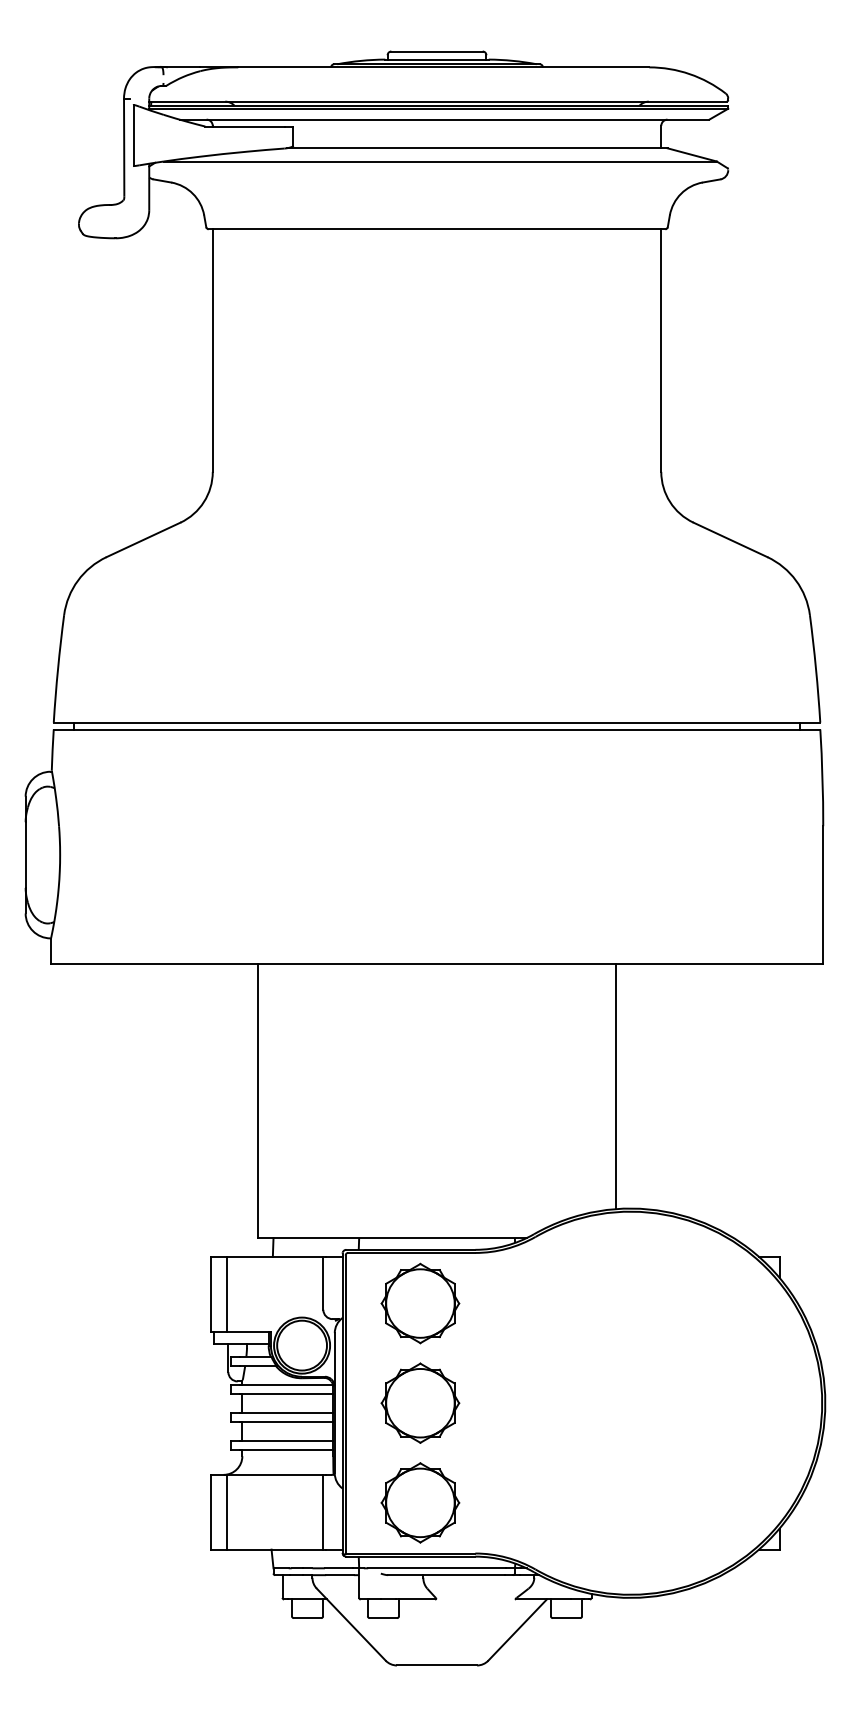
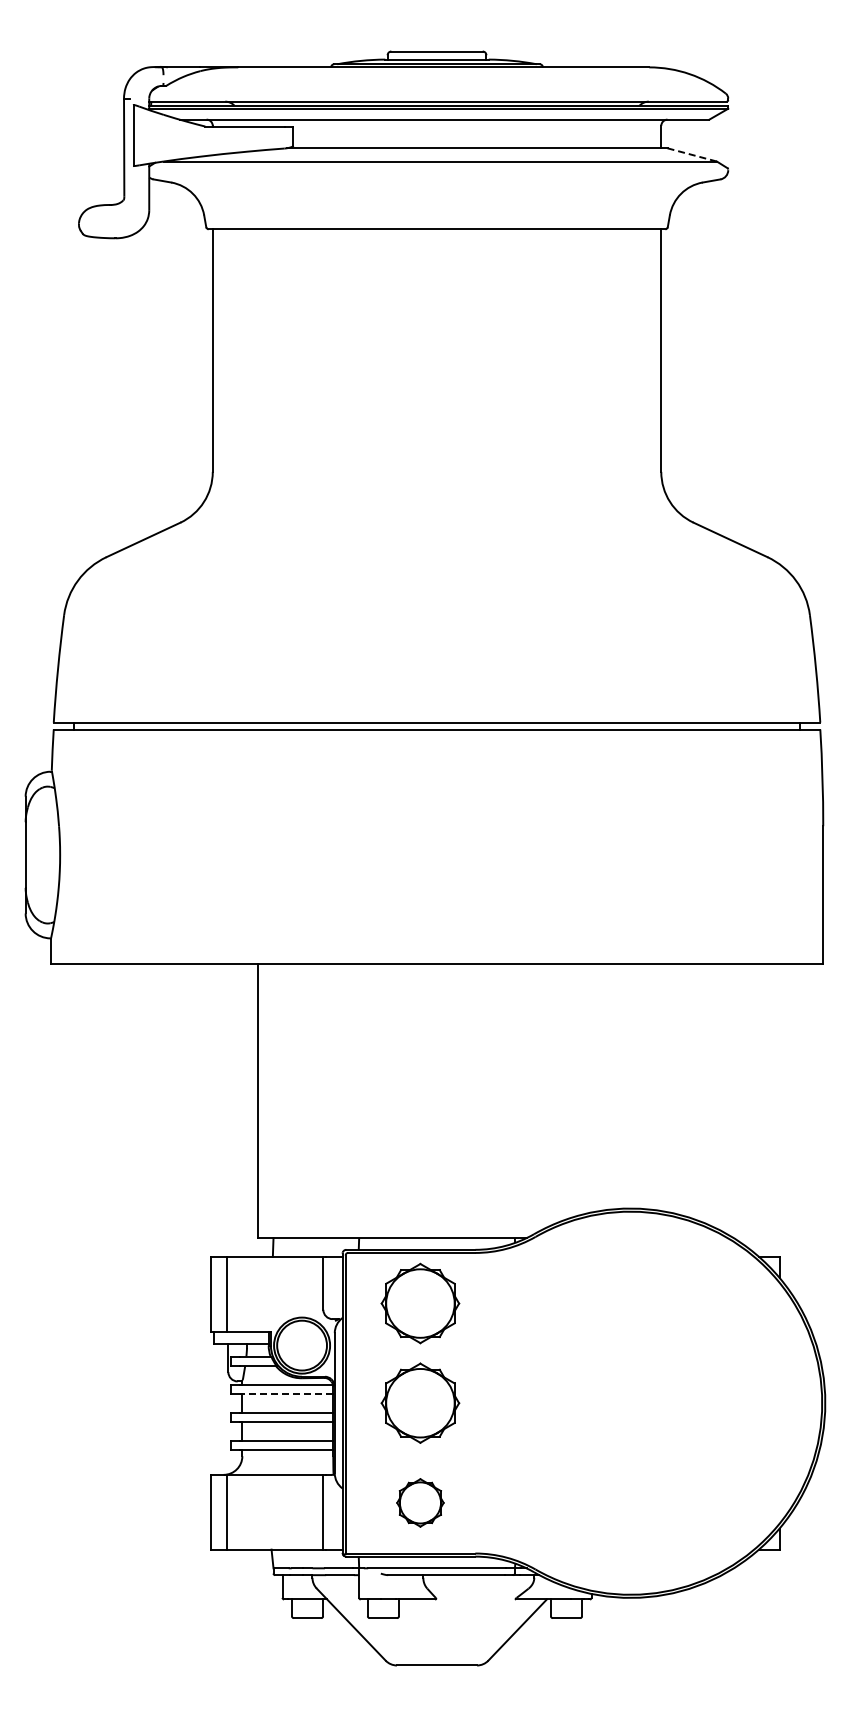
line at (692, 154): solid -> dashed
line at (616, 1086): present -> none
line at (286, 1393): solid -> dashed
part at (420, 1502) size: 81x82 px -> 49x50 px
